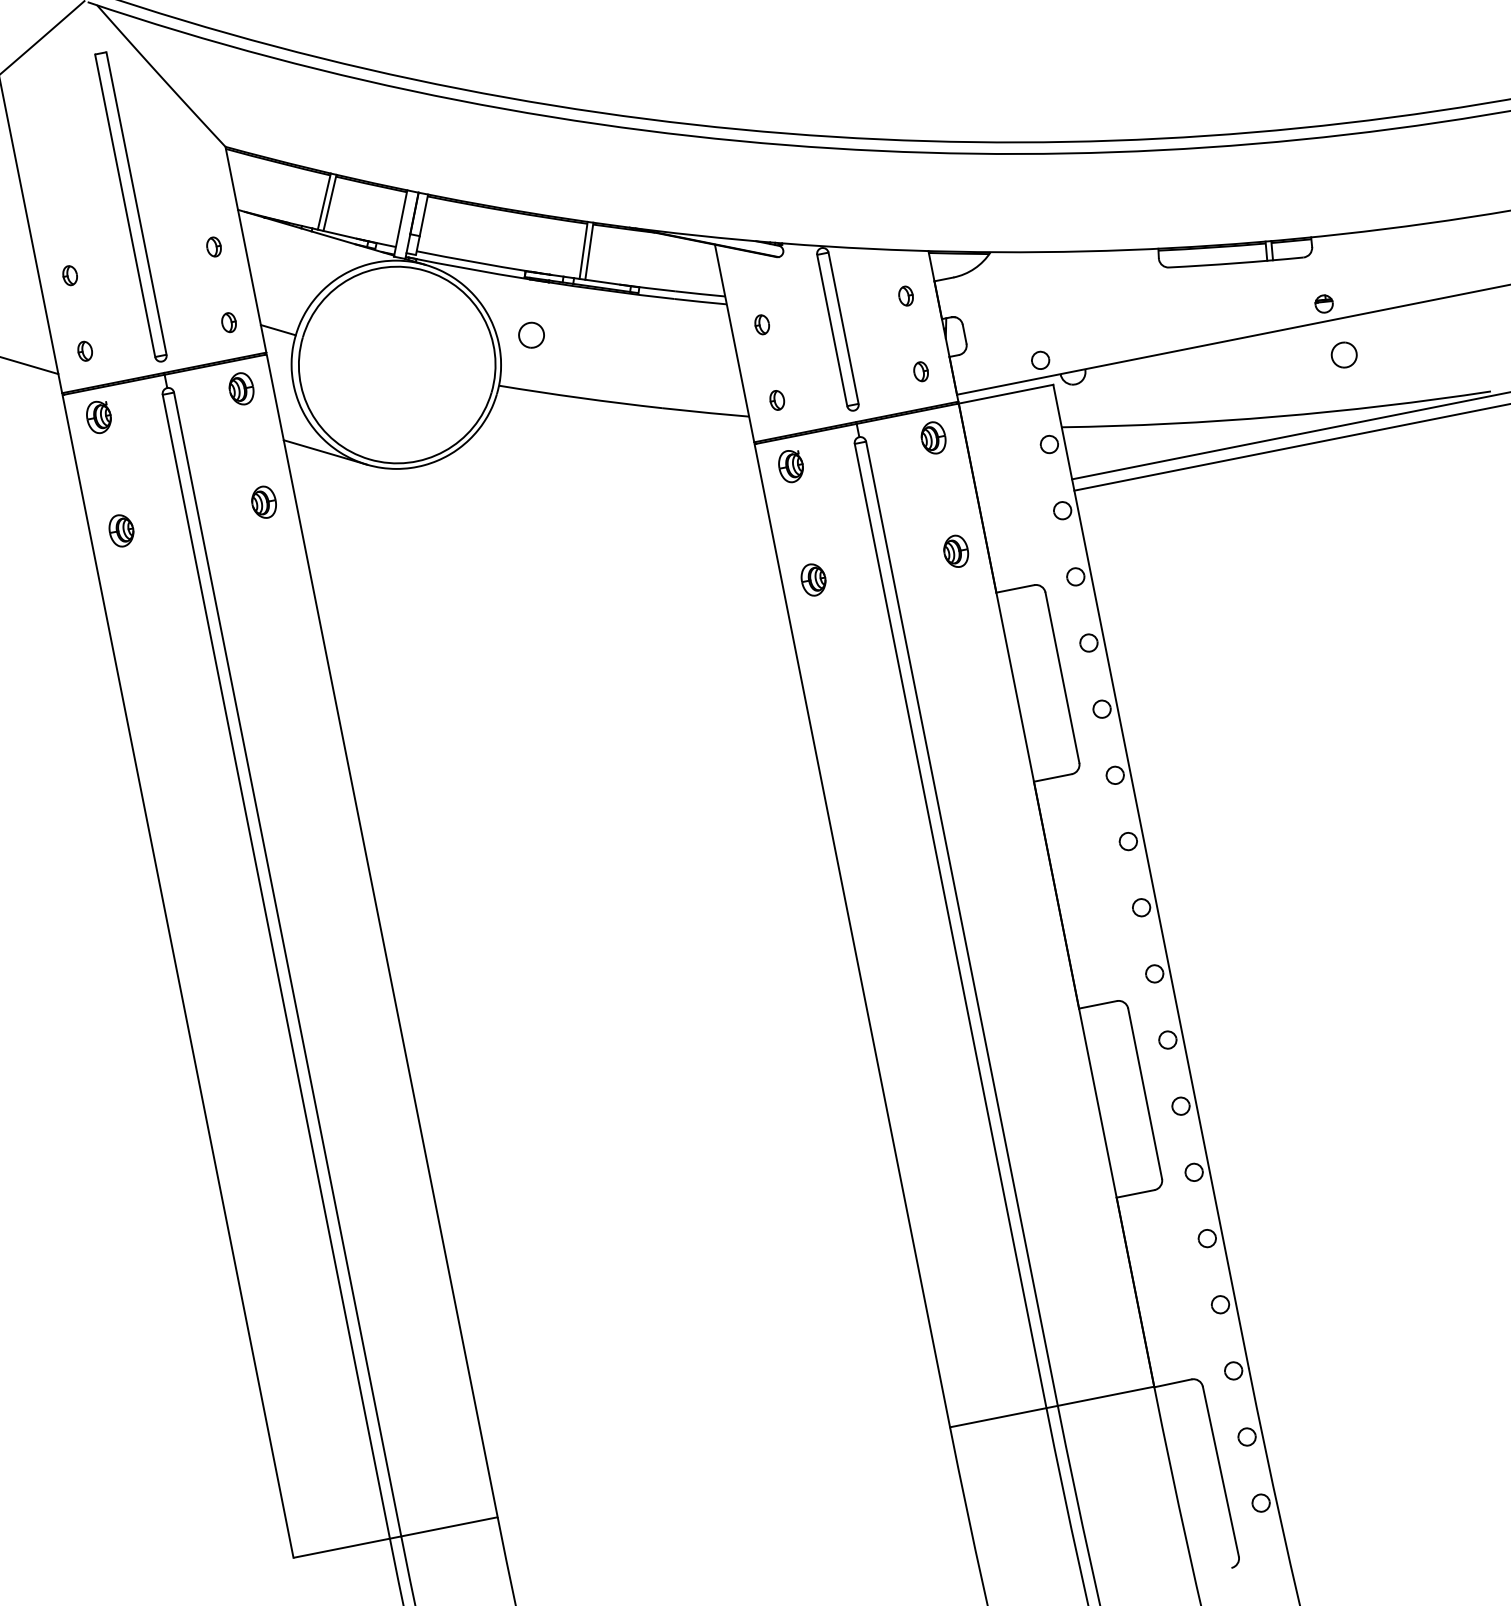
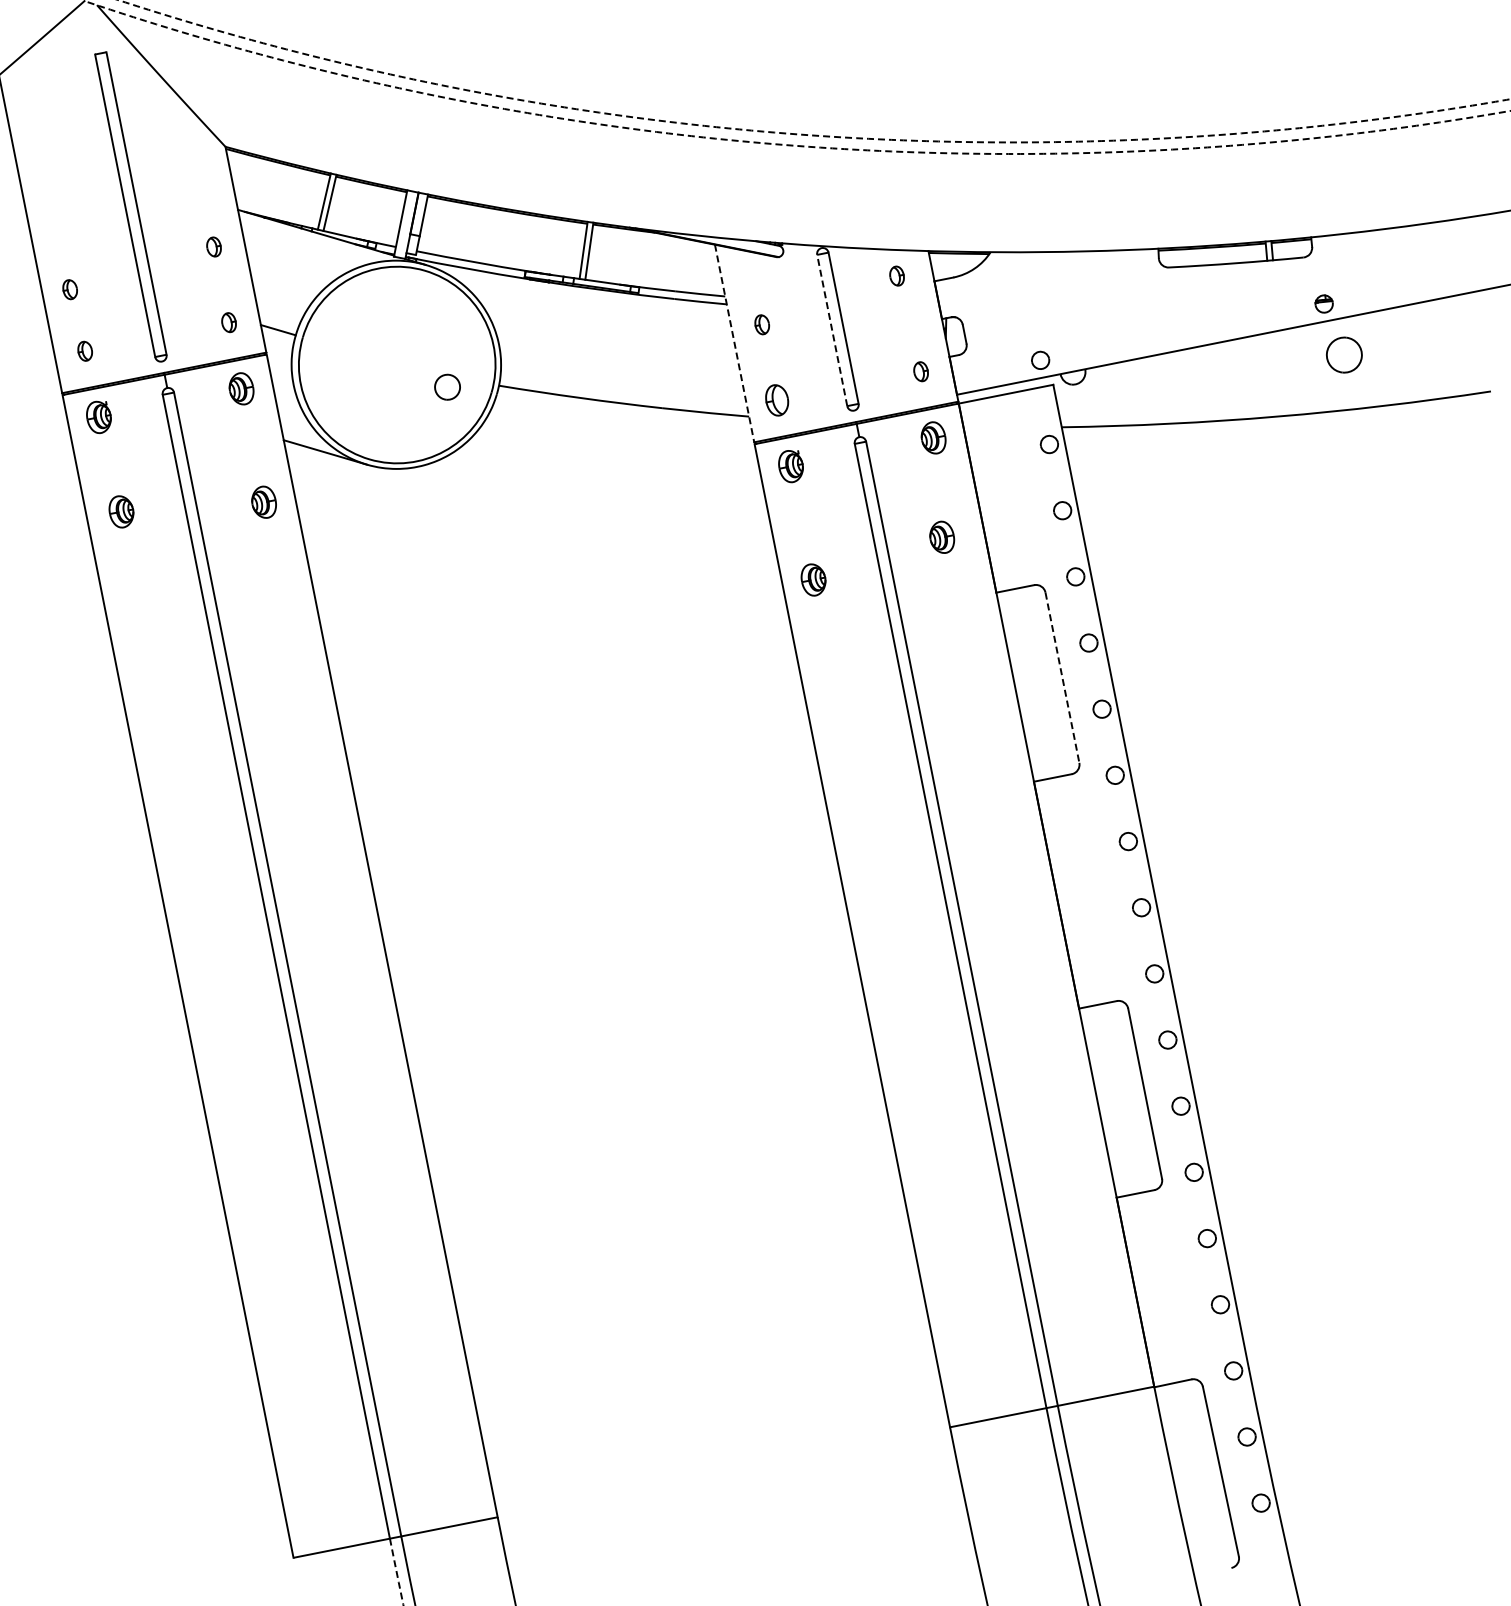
arc at (807, 135): solid -> dashed
arc at (790, 145): solid -> dashed
part at (69, 275) position: (69, 275) -> (69, 289)
part at (905, 295) position: (905, 295) -> (896, 275)
line at (832, 330): solid -> dashed
part at (531, 334) position: (531, 334) -> (447, 386)
line at (734, 343): solid -> dashed
part at (1343, 354) size: 28x28 px -> 37x38 px
line at (30, 365): present -> none
part at (777, 400) size: 17x21 px -> 25x33 px
line at (1289, 435): present -> none
line at (1290, 447): present -> none
part at (121, 530) position: (121, 530) -> (121, 511)
part at (956, 550) position: (956, 550) -> (942, 536)
line at (1062, 677): solid -> dashed
arc at (396, 1572): solid -> dashed
